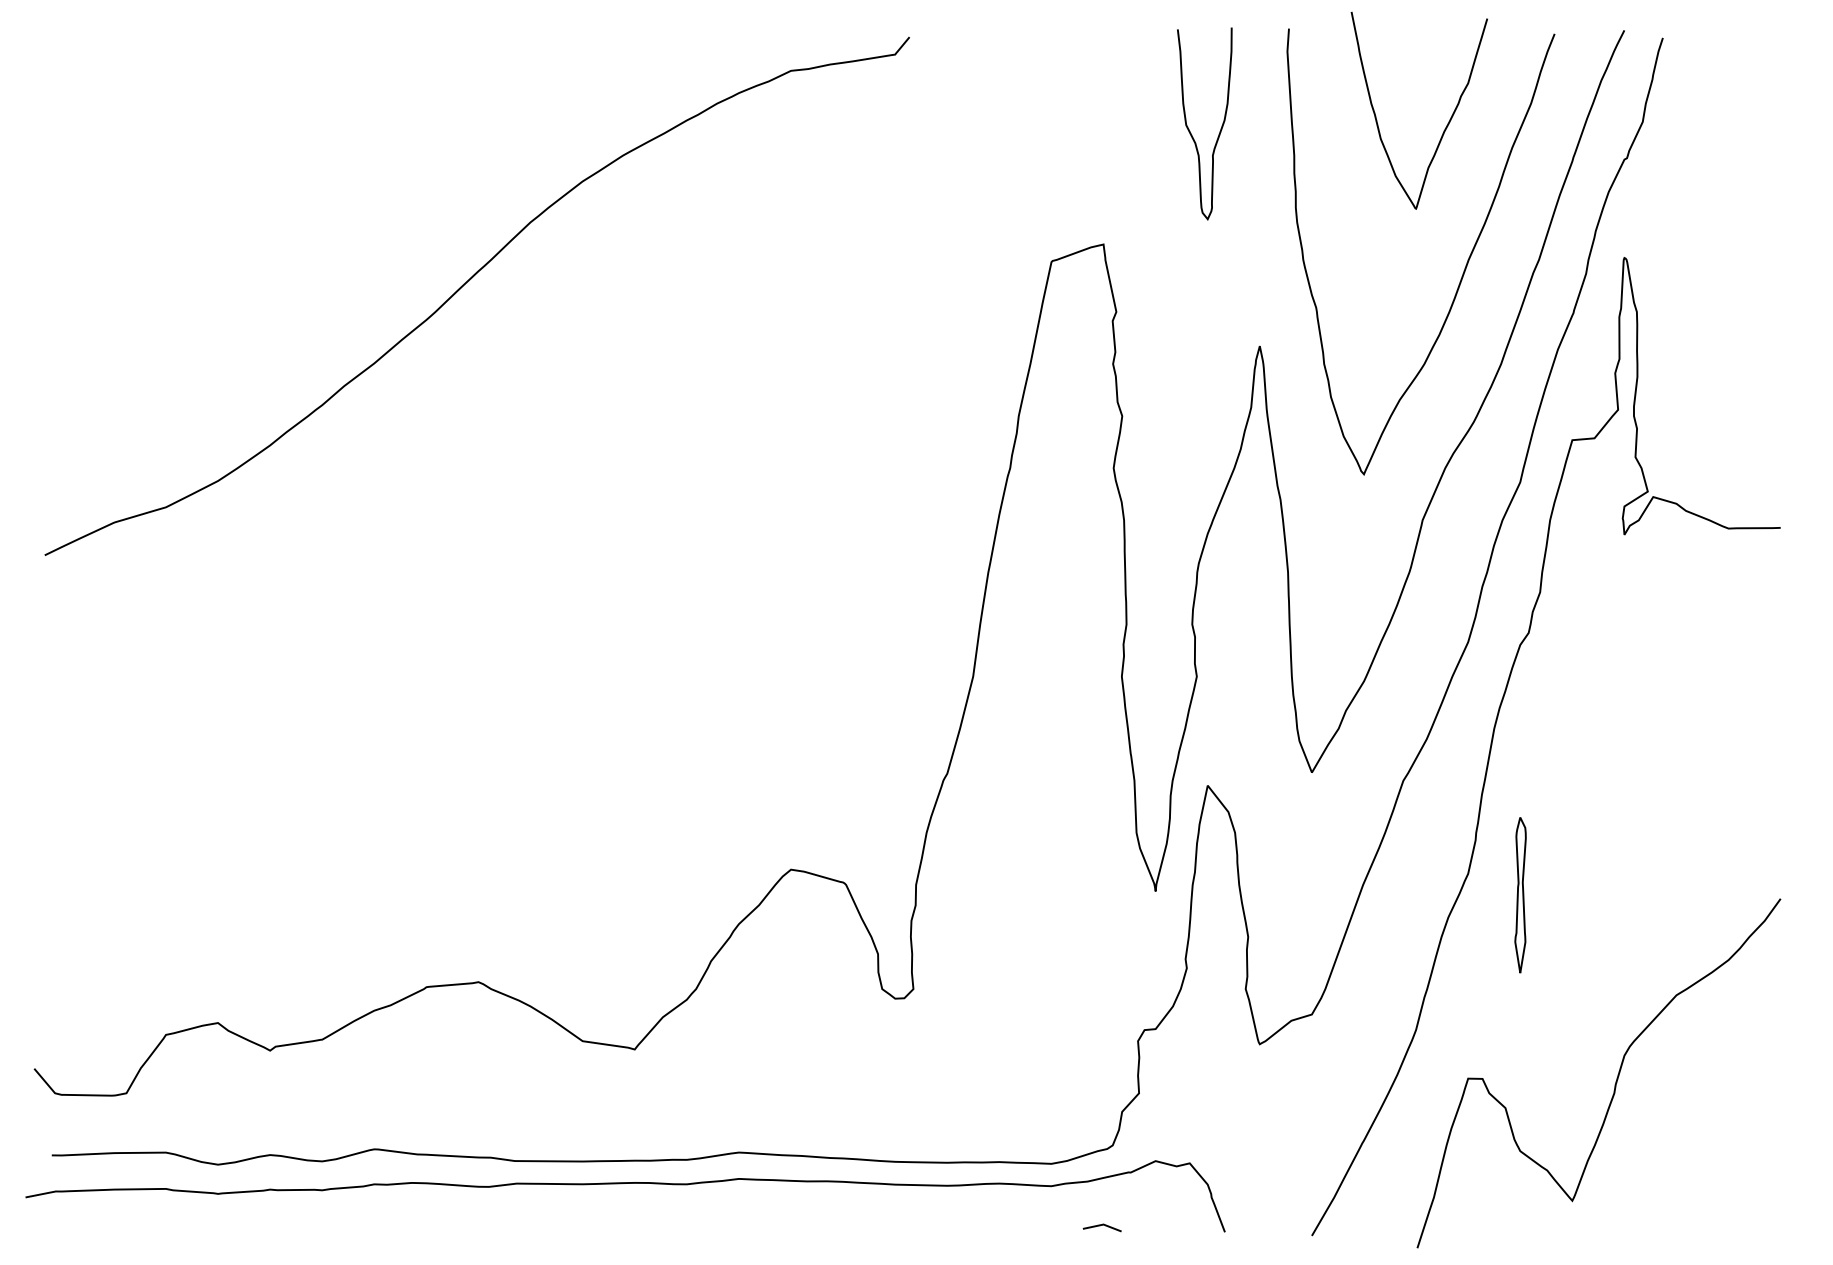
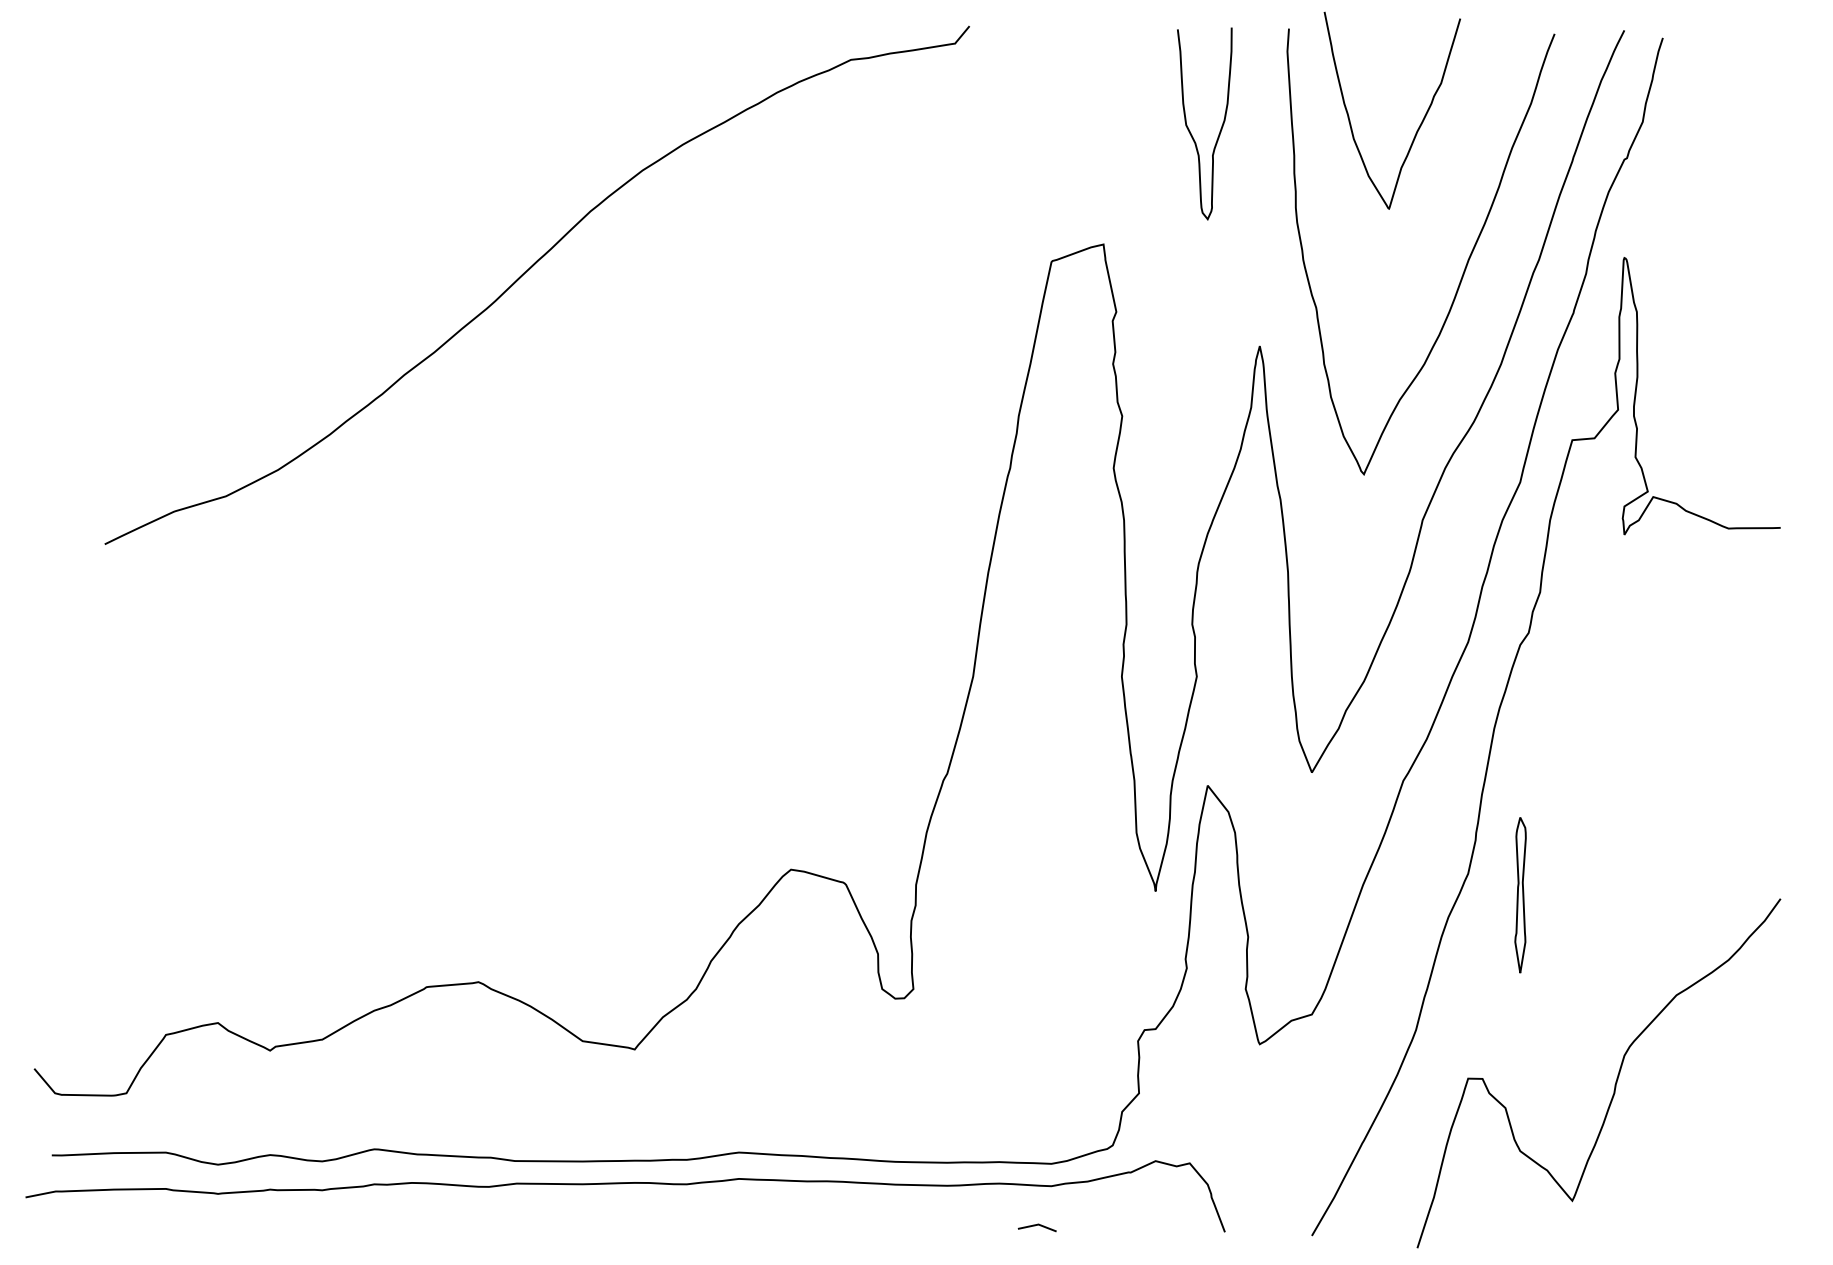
curve at (1446, 125) position: (1446, 125) -> (1419, 125)
curve at (465, 284) position: (465, 284) -> (525, 273)
line at (1100, 1226) position: (1100, 1226) -> (1035, 1226)
